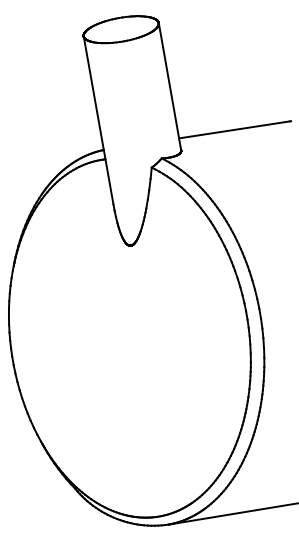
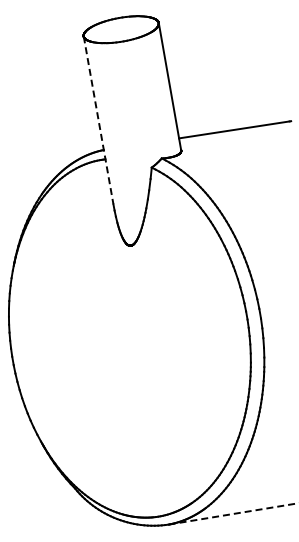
line at (98, 120): solid -> dashed
line at (233, 513): solid -> dashed
